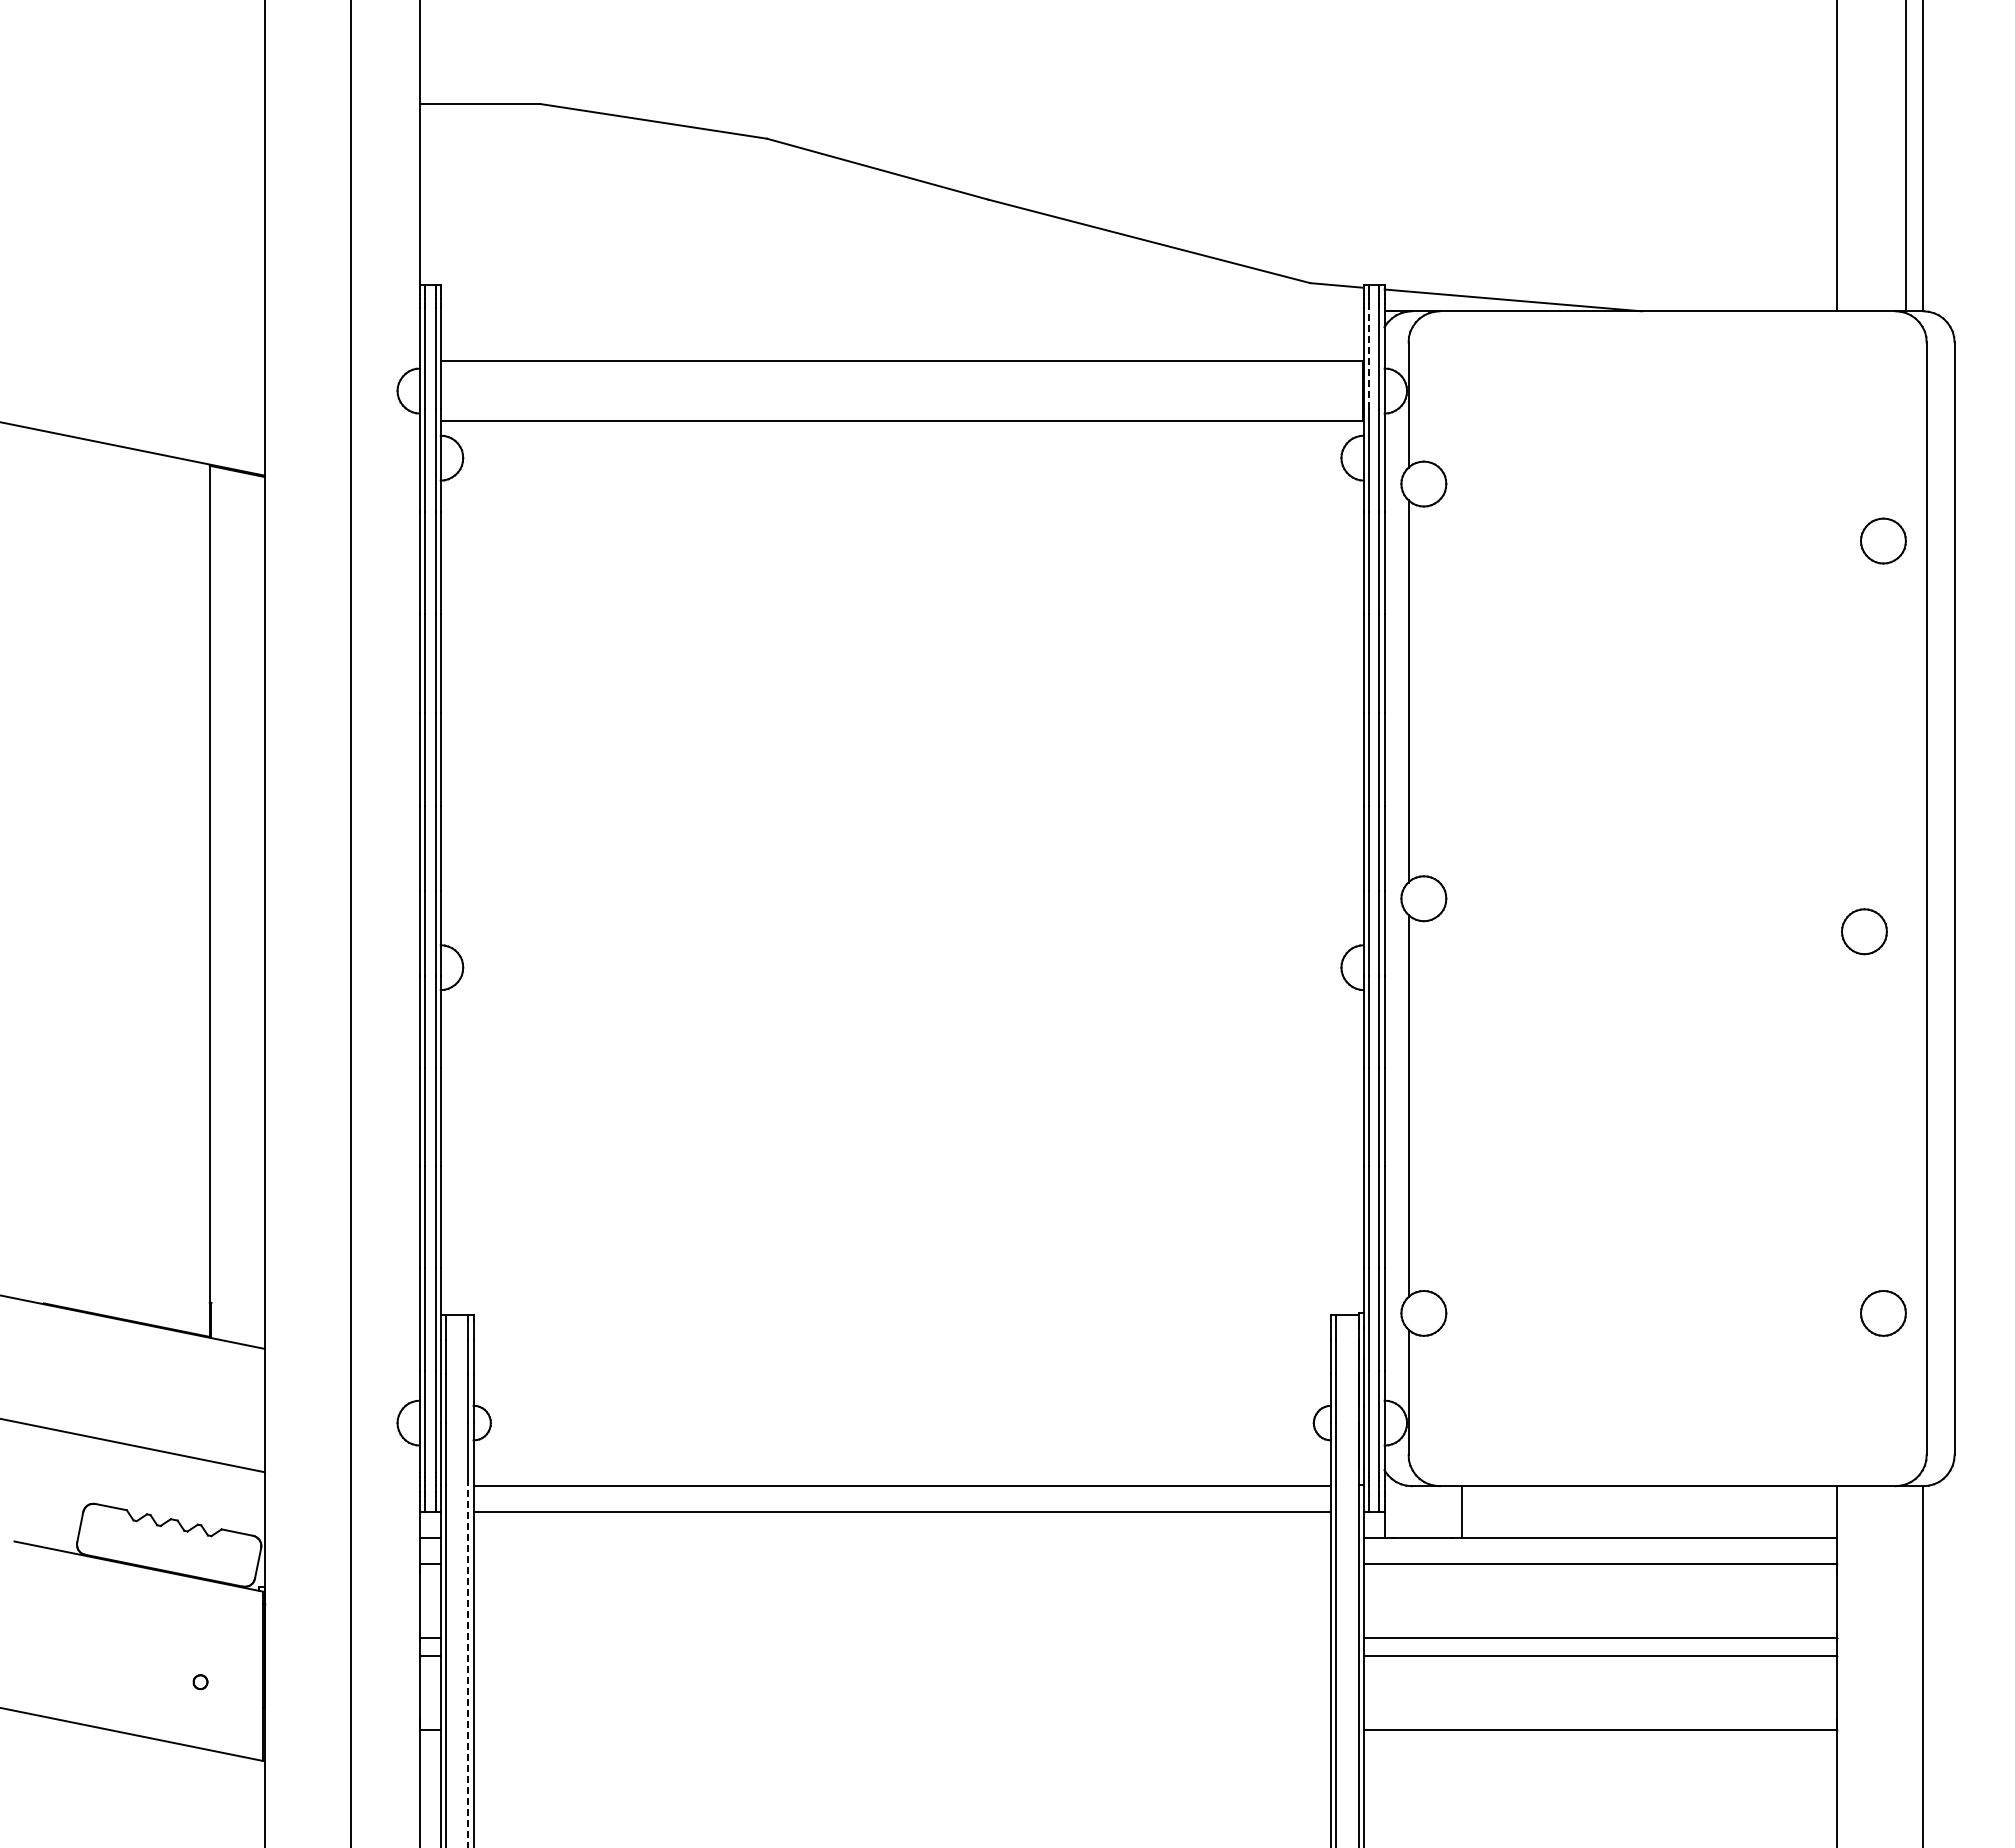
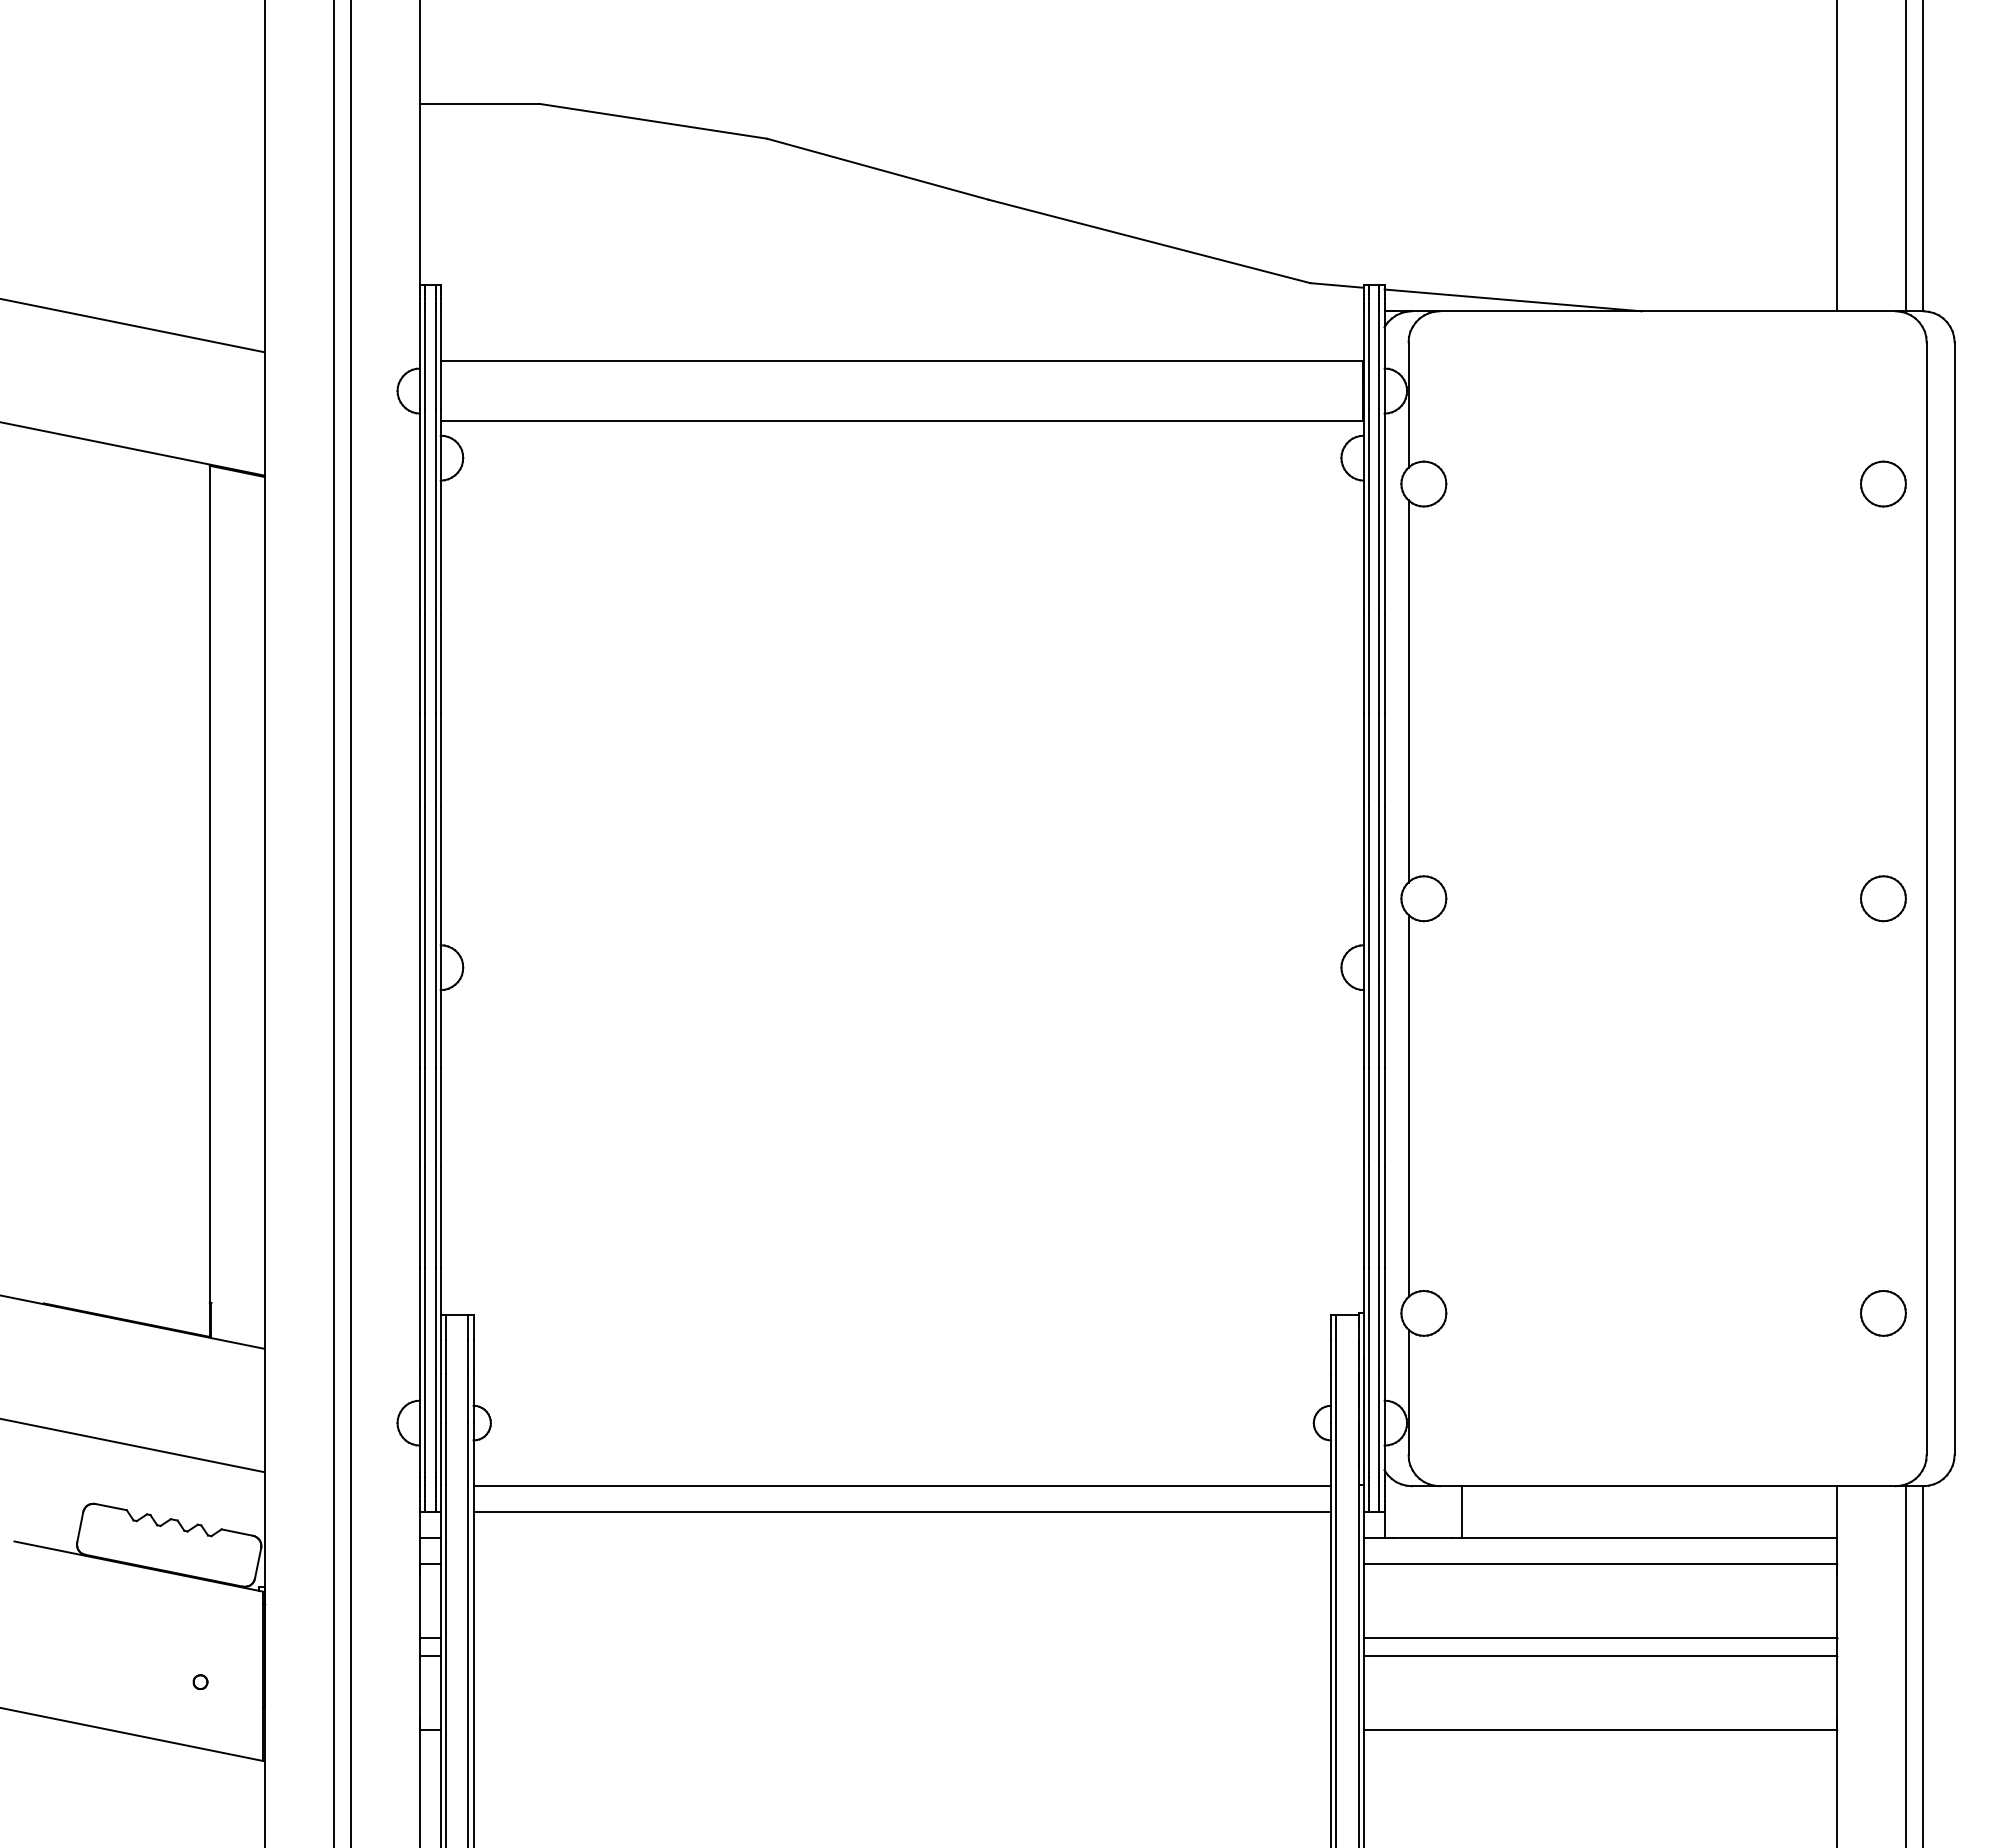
line at (133, 325): none -> present
line at (1369, 358): dashed -> solid
part at (1883, 540) position: (1883, 540) -> (1883, 483)
line at (333, 923): none -> present
part at (1864, 931) position: (1864, 931) -> (1883, 898)
line at (1905, 1665): none -> present
line at (468, 1666): dashed -> solid
